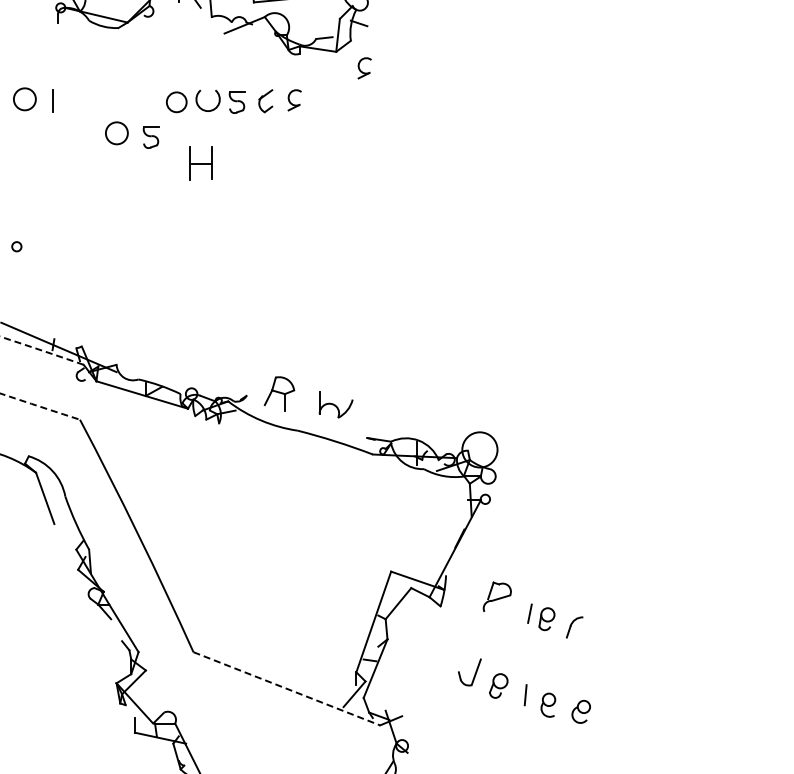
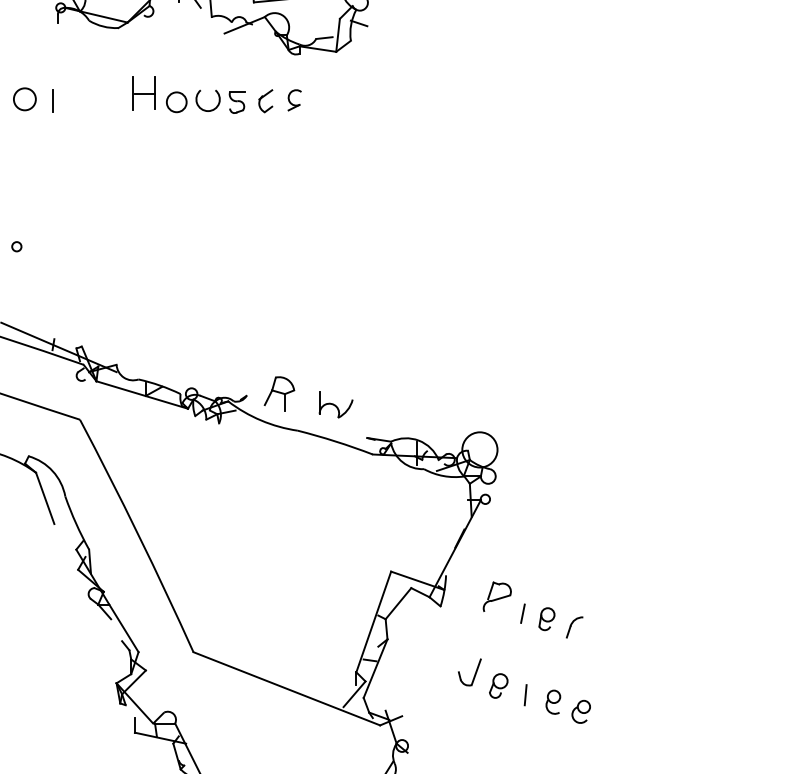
part at (364, 68): present -> none
circle at (116, 133): present -> none
part at (150, 137): present -> none
part at (200, 163) position: (200, 163) -> (143, 93)
arc at (41, 350): dashed -> solid
arc at (39, 406): dashed -> solid
line at (529, 613) position: (529, 613) -> (522, 613)
line at (287, 688): dashed -> solid
part at (548, 704) position: (548, 704) -> (553, 701)
